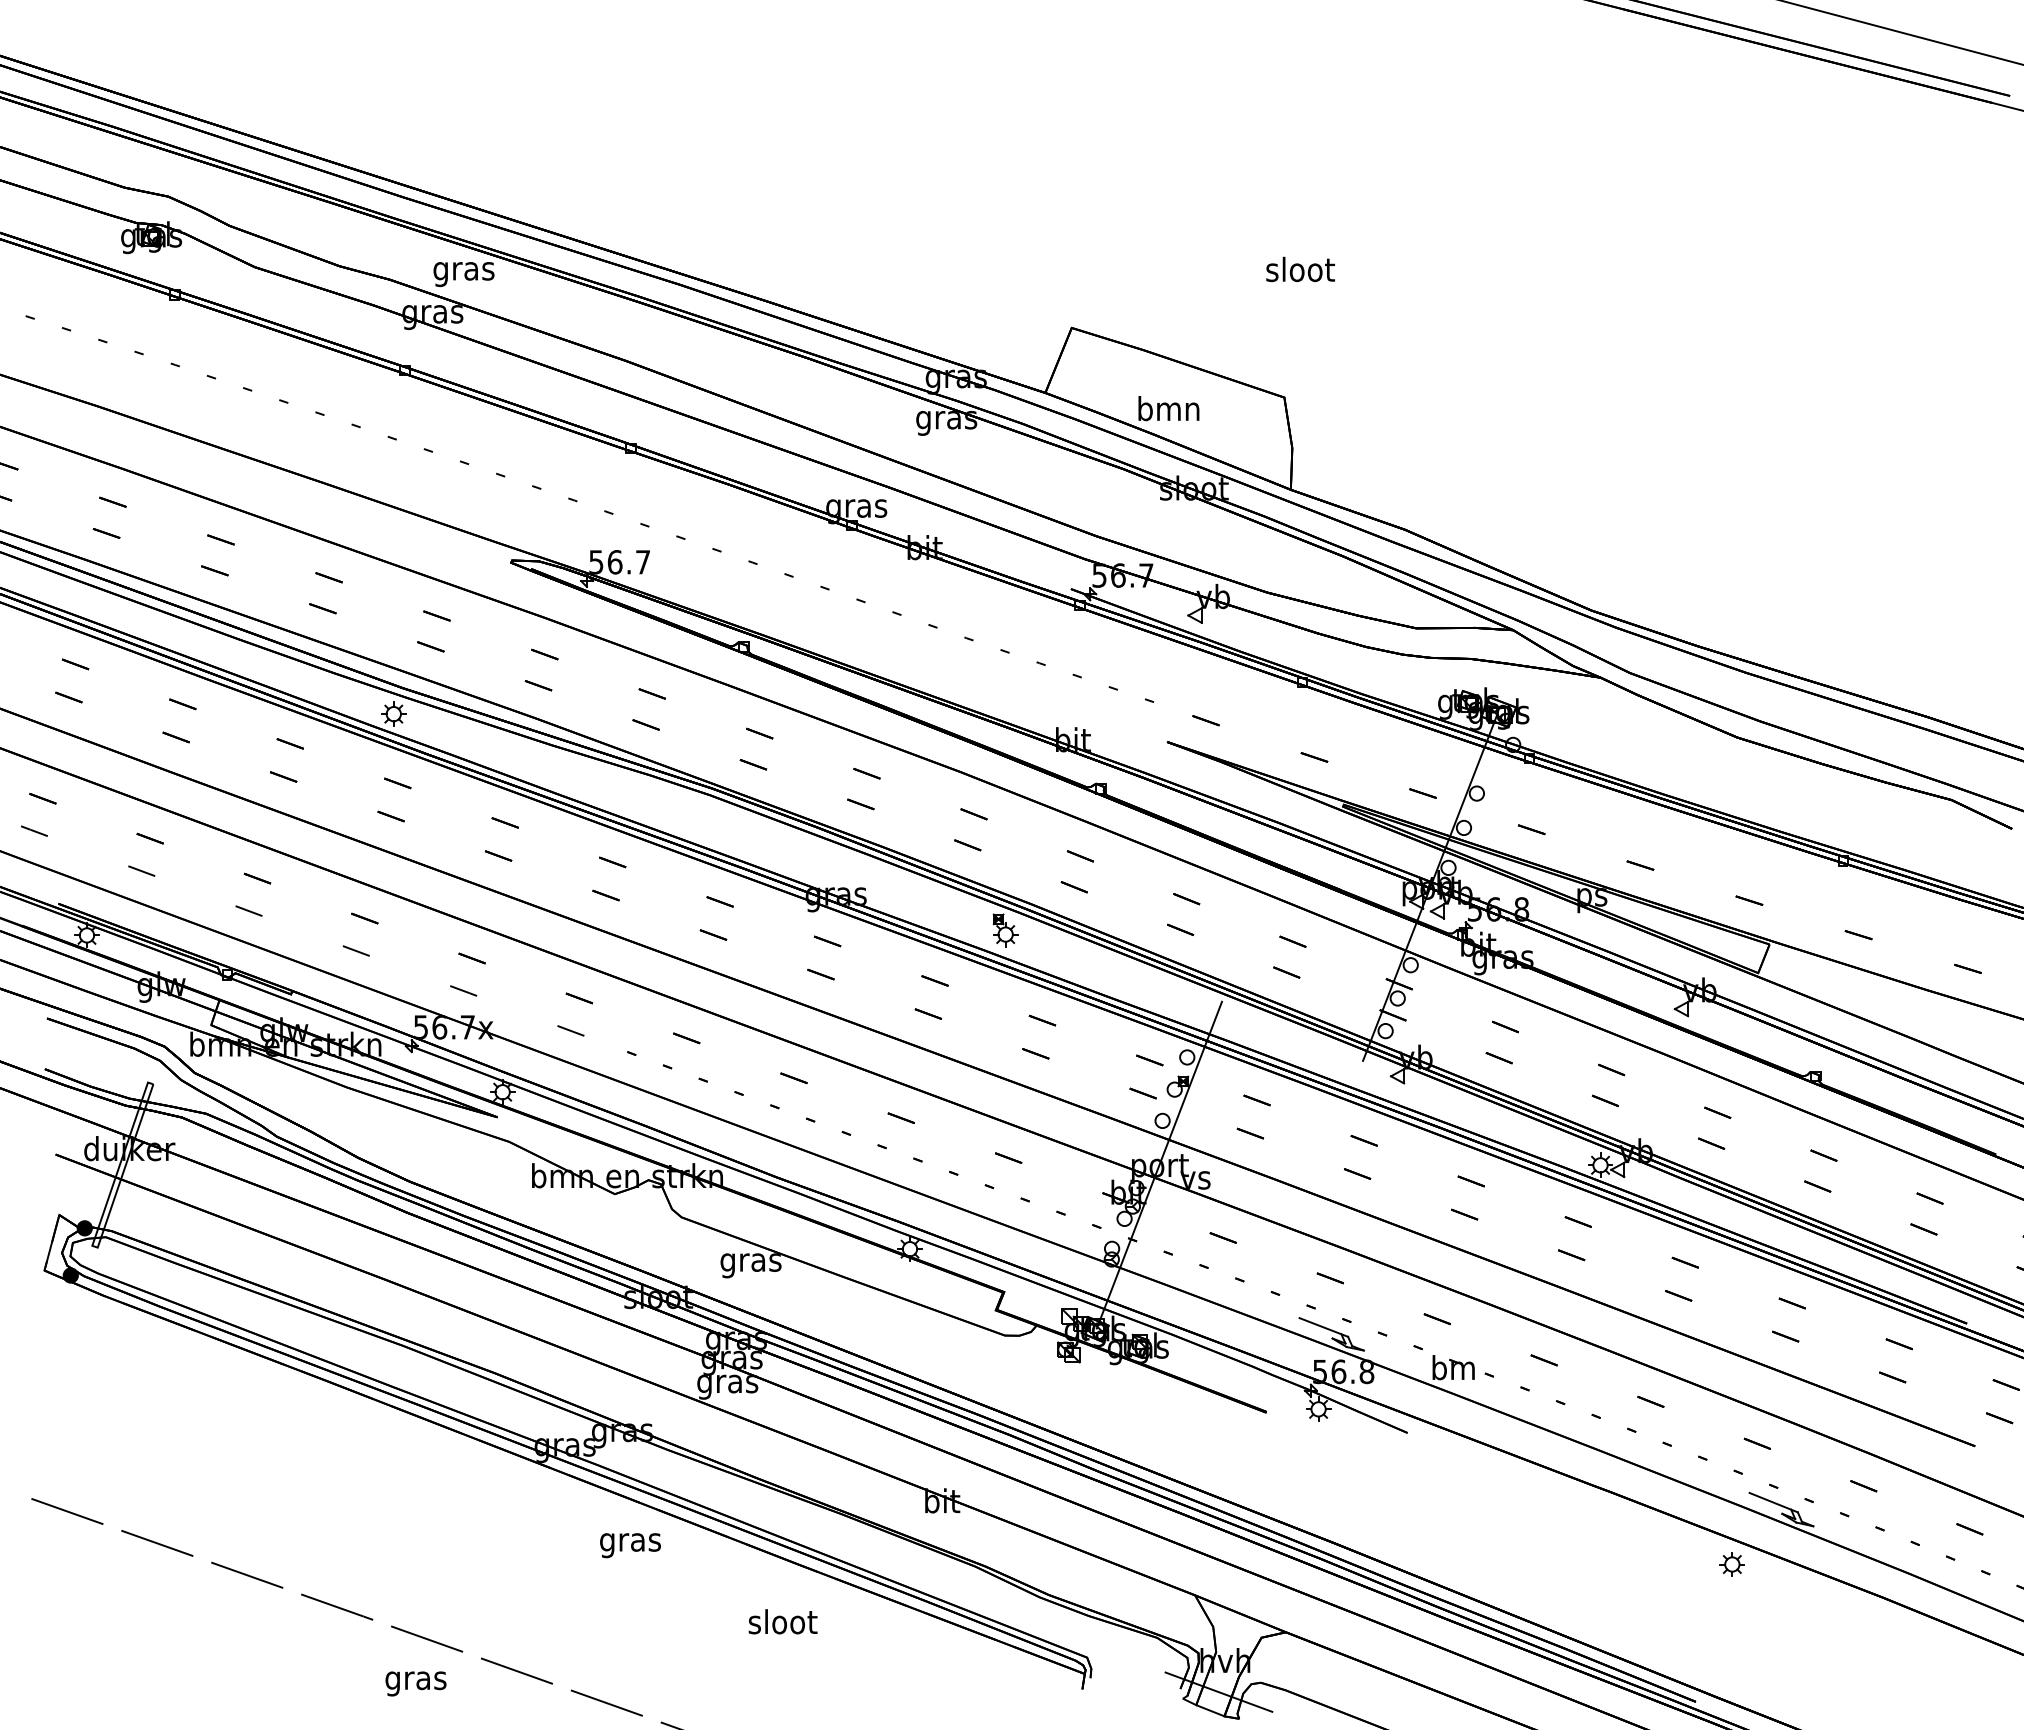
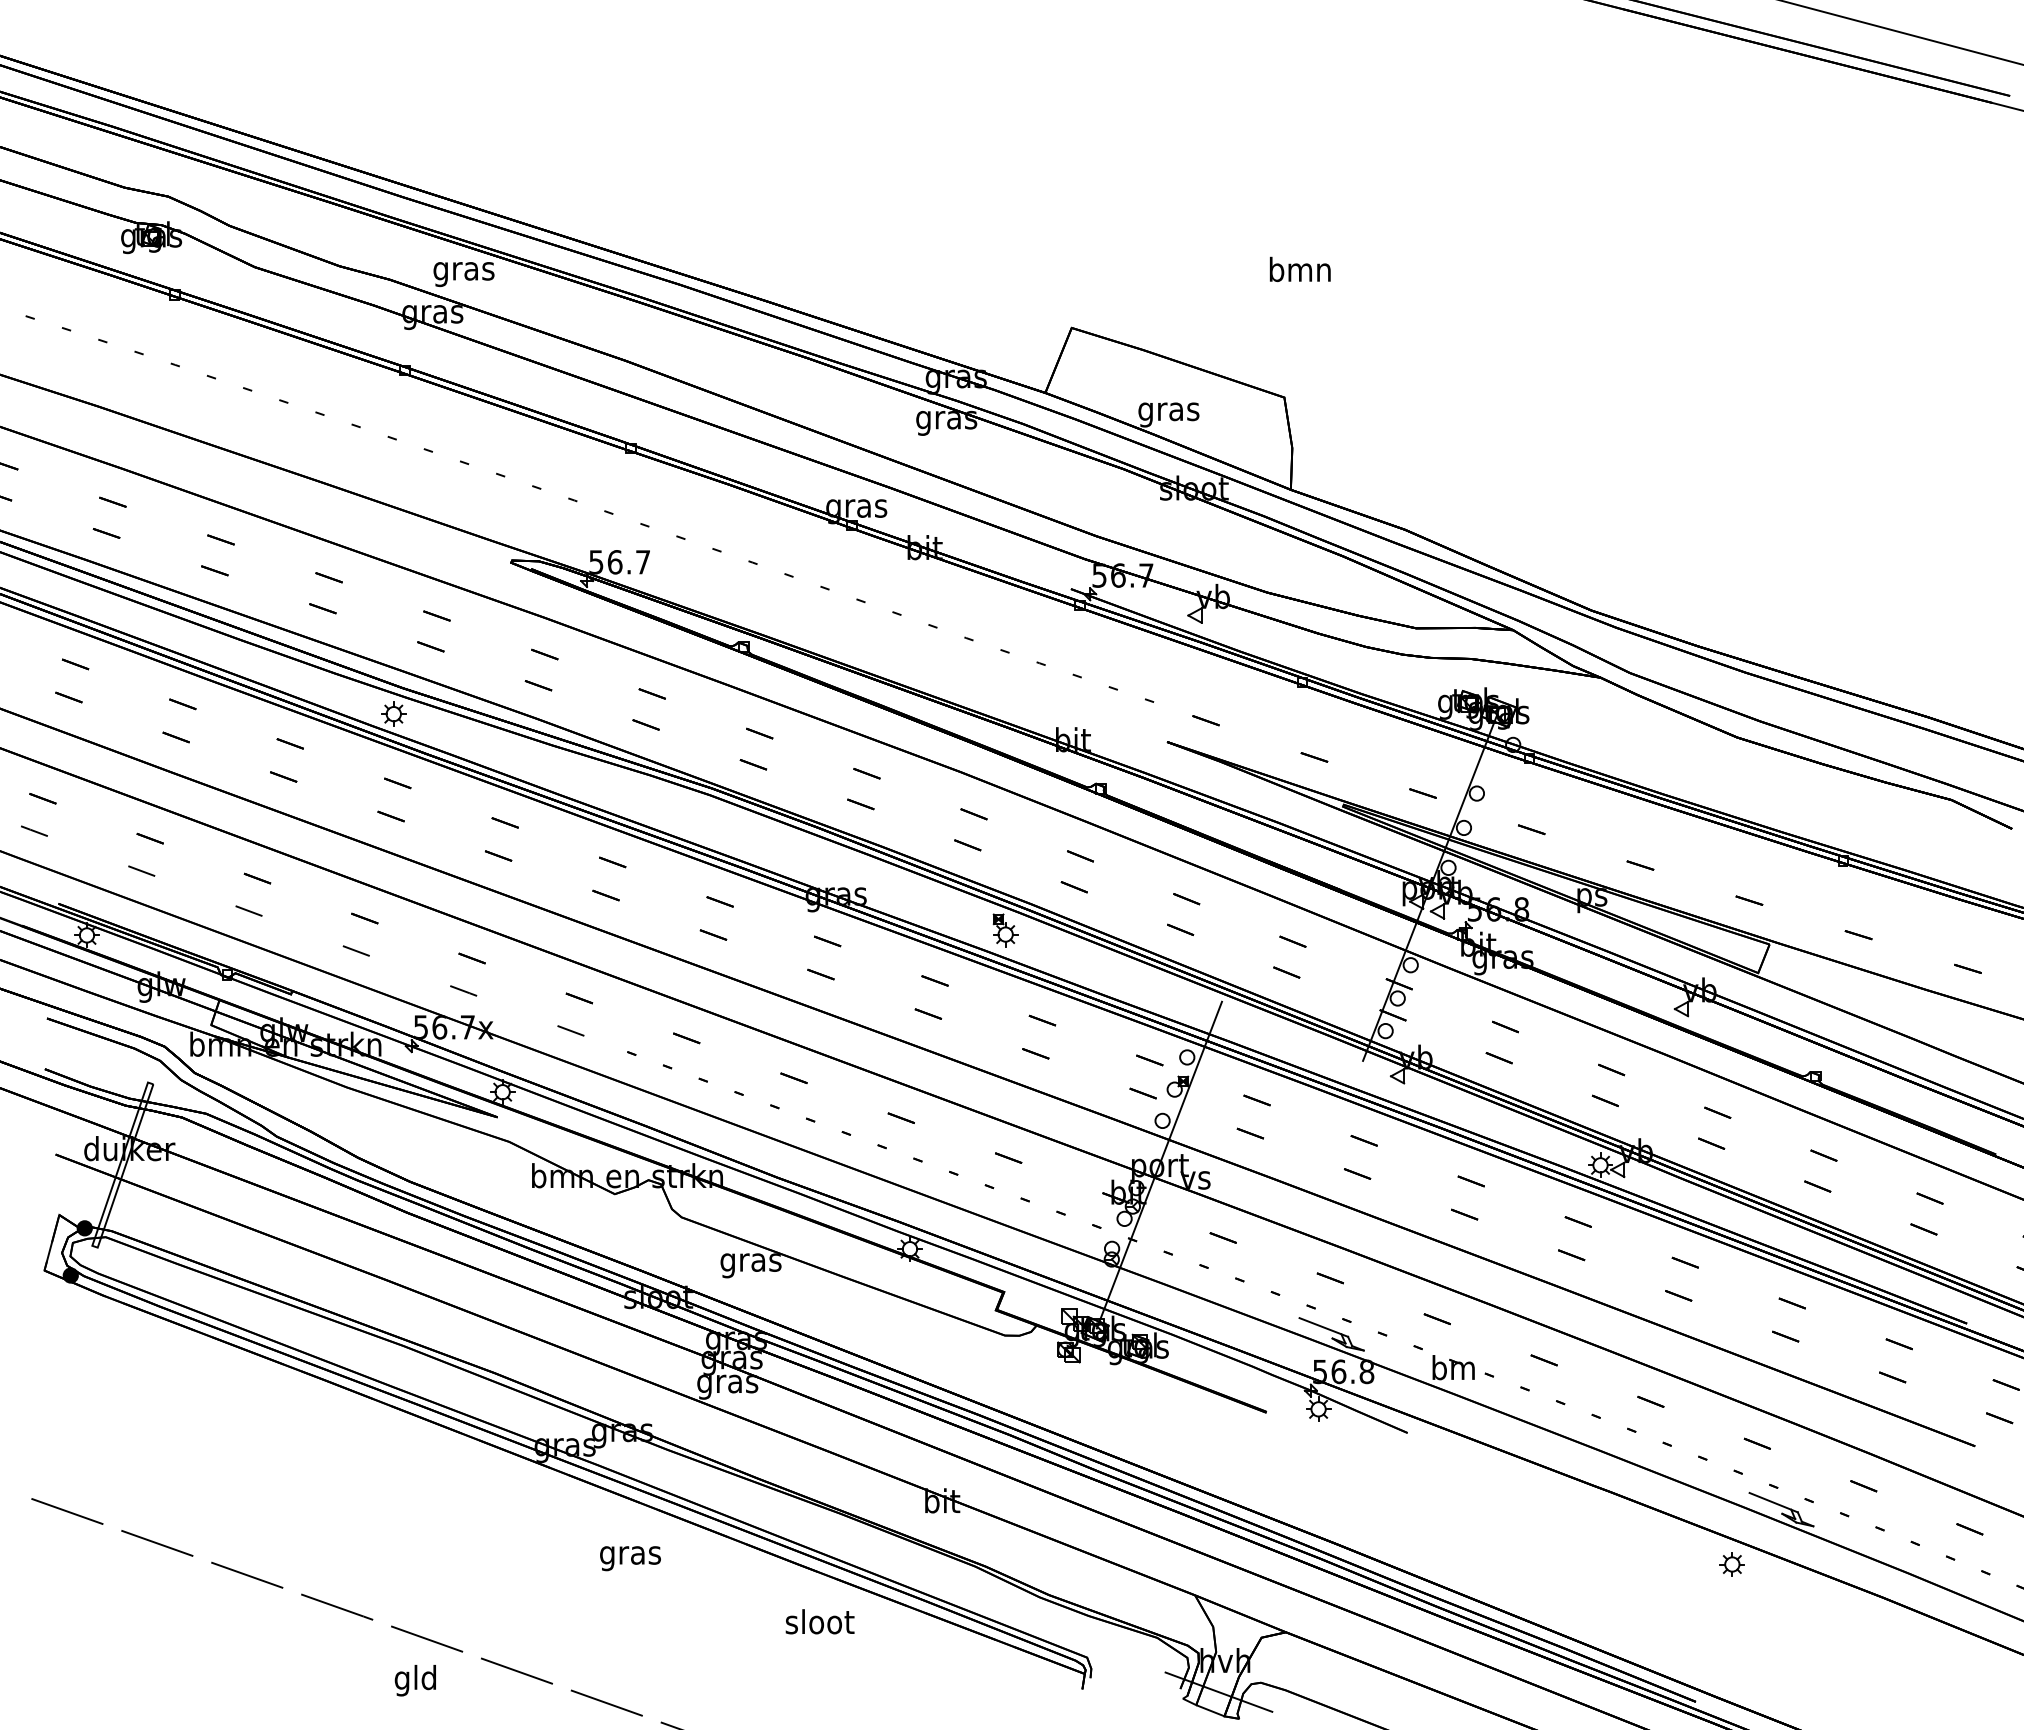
text at (1300, 269): sloot -> bmn
text at (1168, 411): bmn -> gras
text at (630, 1545) position: (630, 1545) -> (630, 1558)
text at (782, 1621) position: (782, 1621) -> (819, 1621)
text at (415, 1680): gras -> gld
